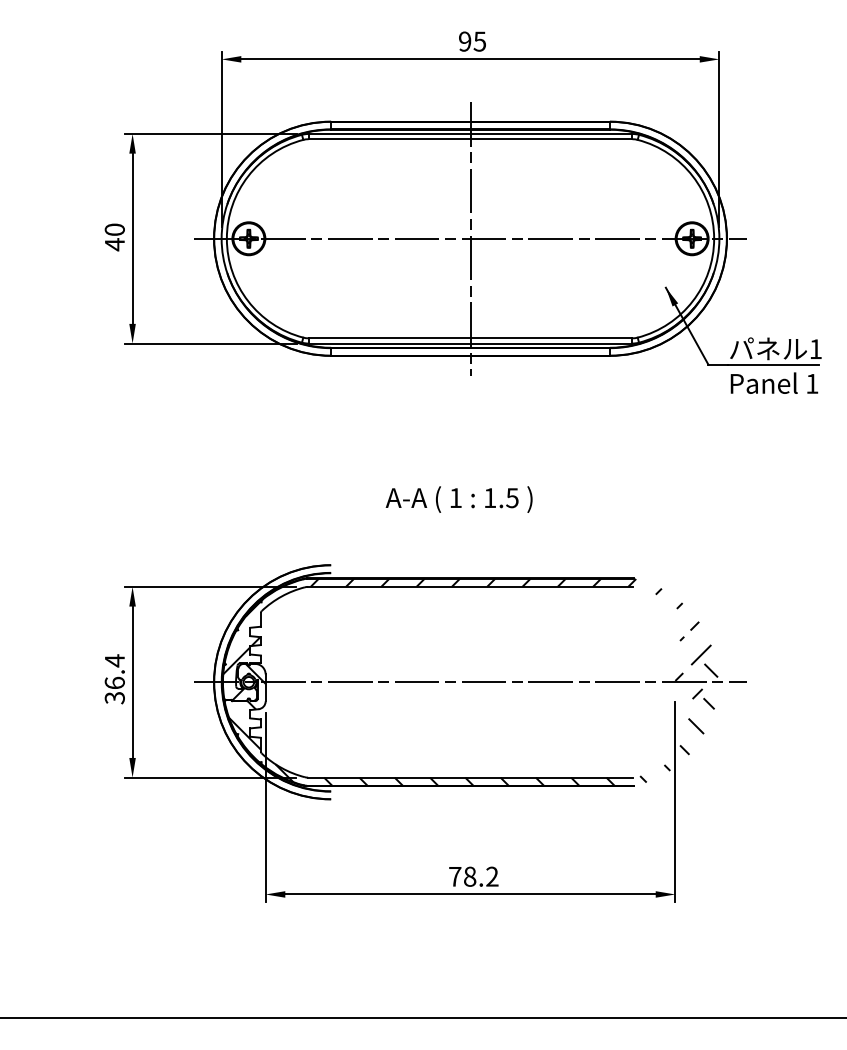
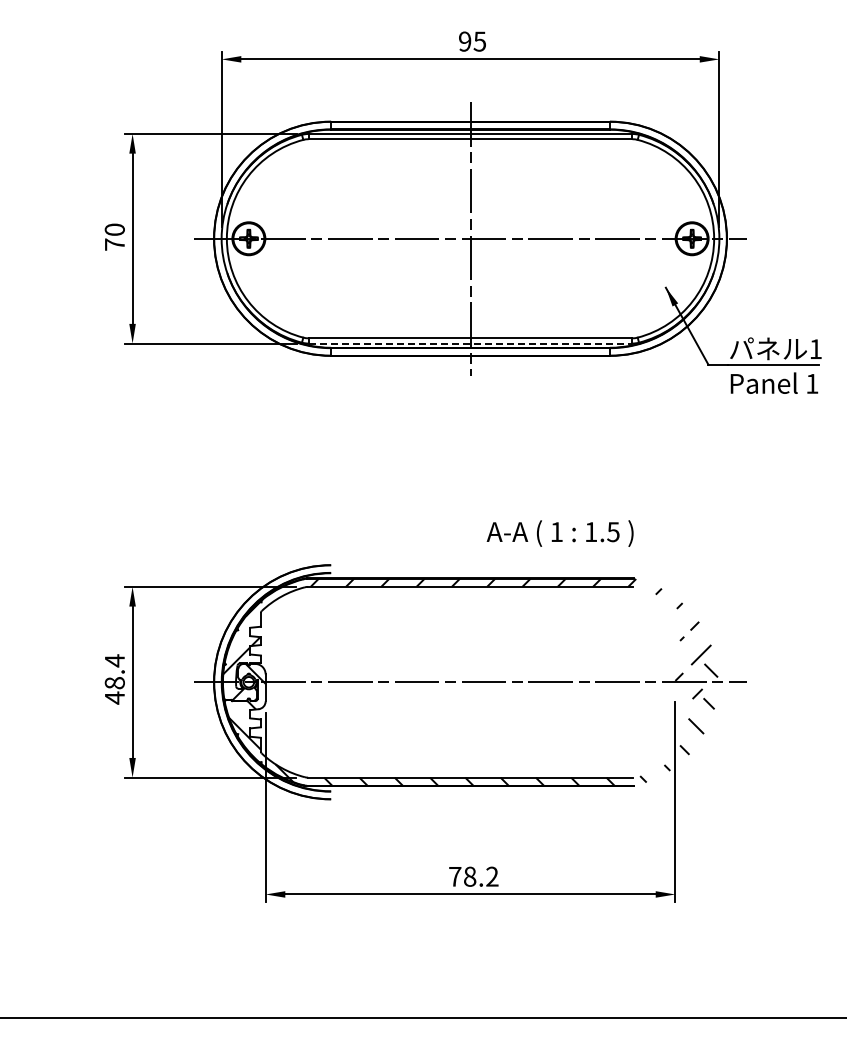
text at (114, 244): 40 -> 70
line at (470, 343): solid -> dashed
text at (458, 499) position: (458, 499) -> (559, 533)
text at (114, 690): 36.4 -> 48.4
